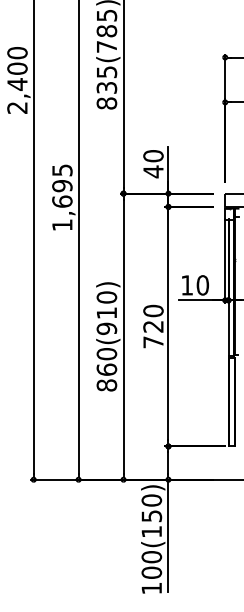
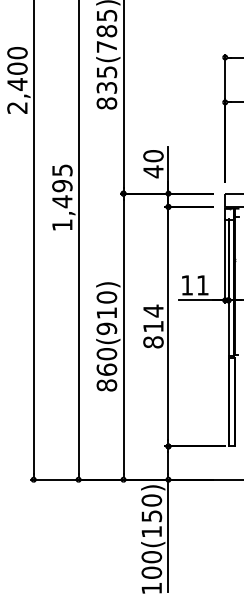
text at (62, 201): 1,695 -> 1,495
text at (202, 285): 10 -> 11
text at (153, 326): 720 -> 814
